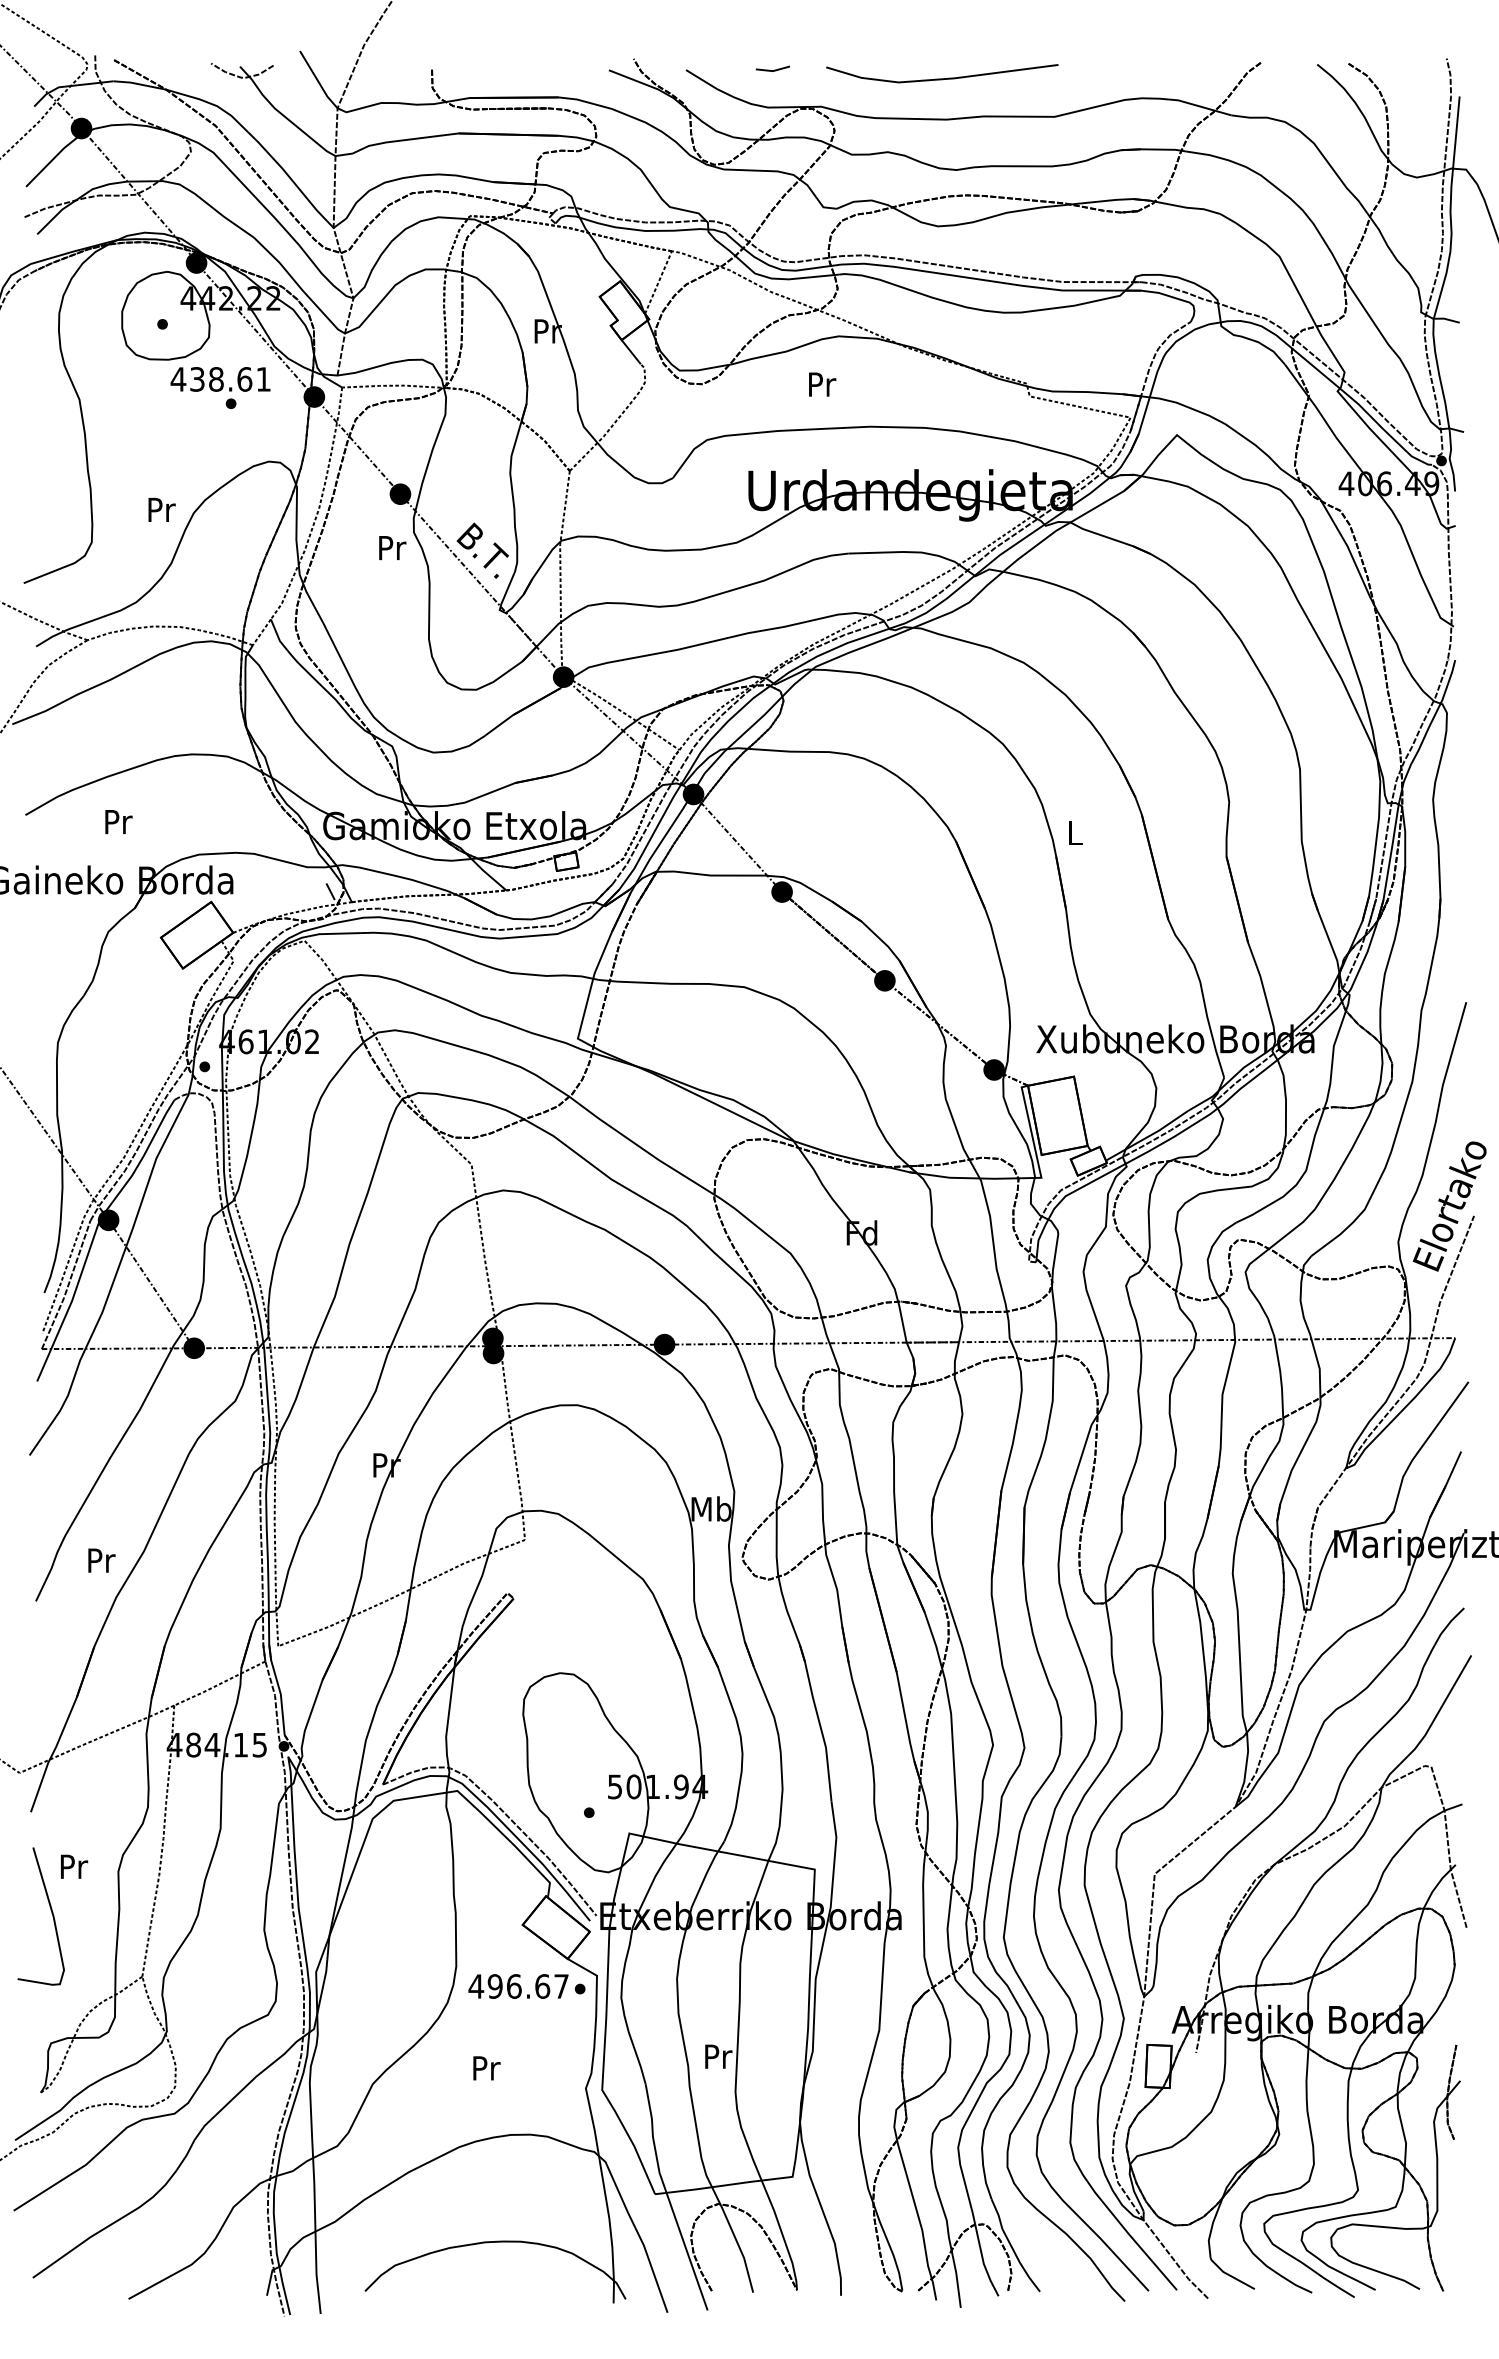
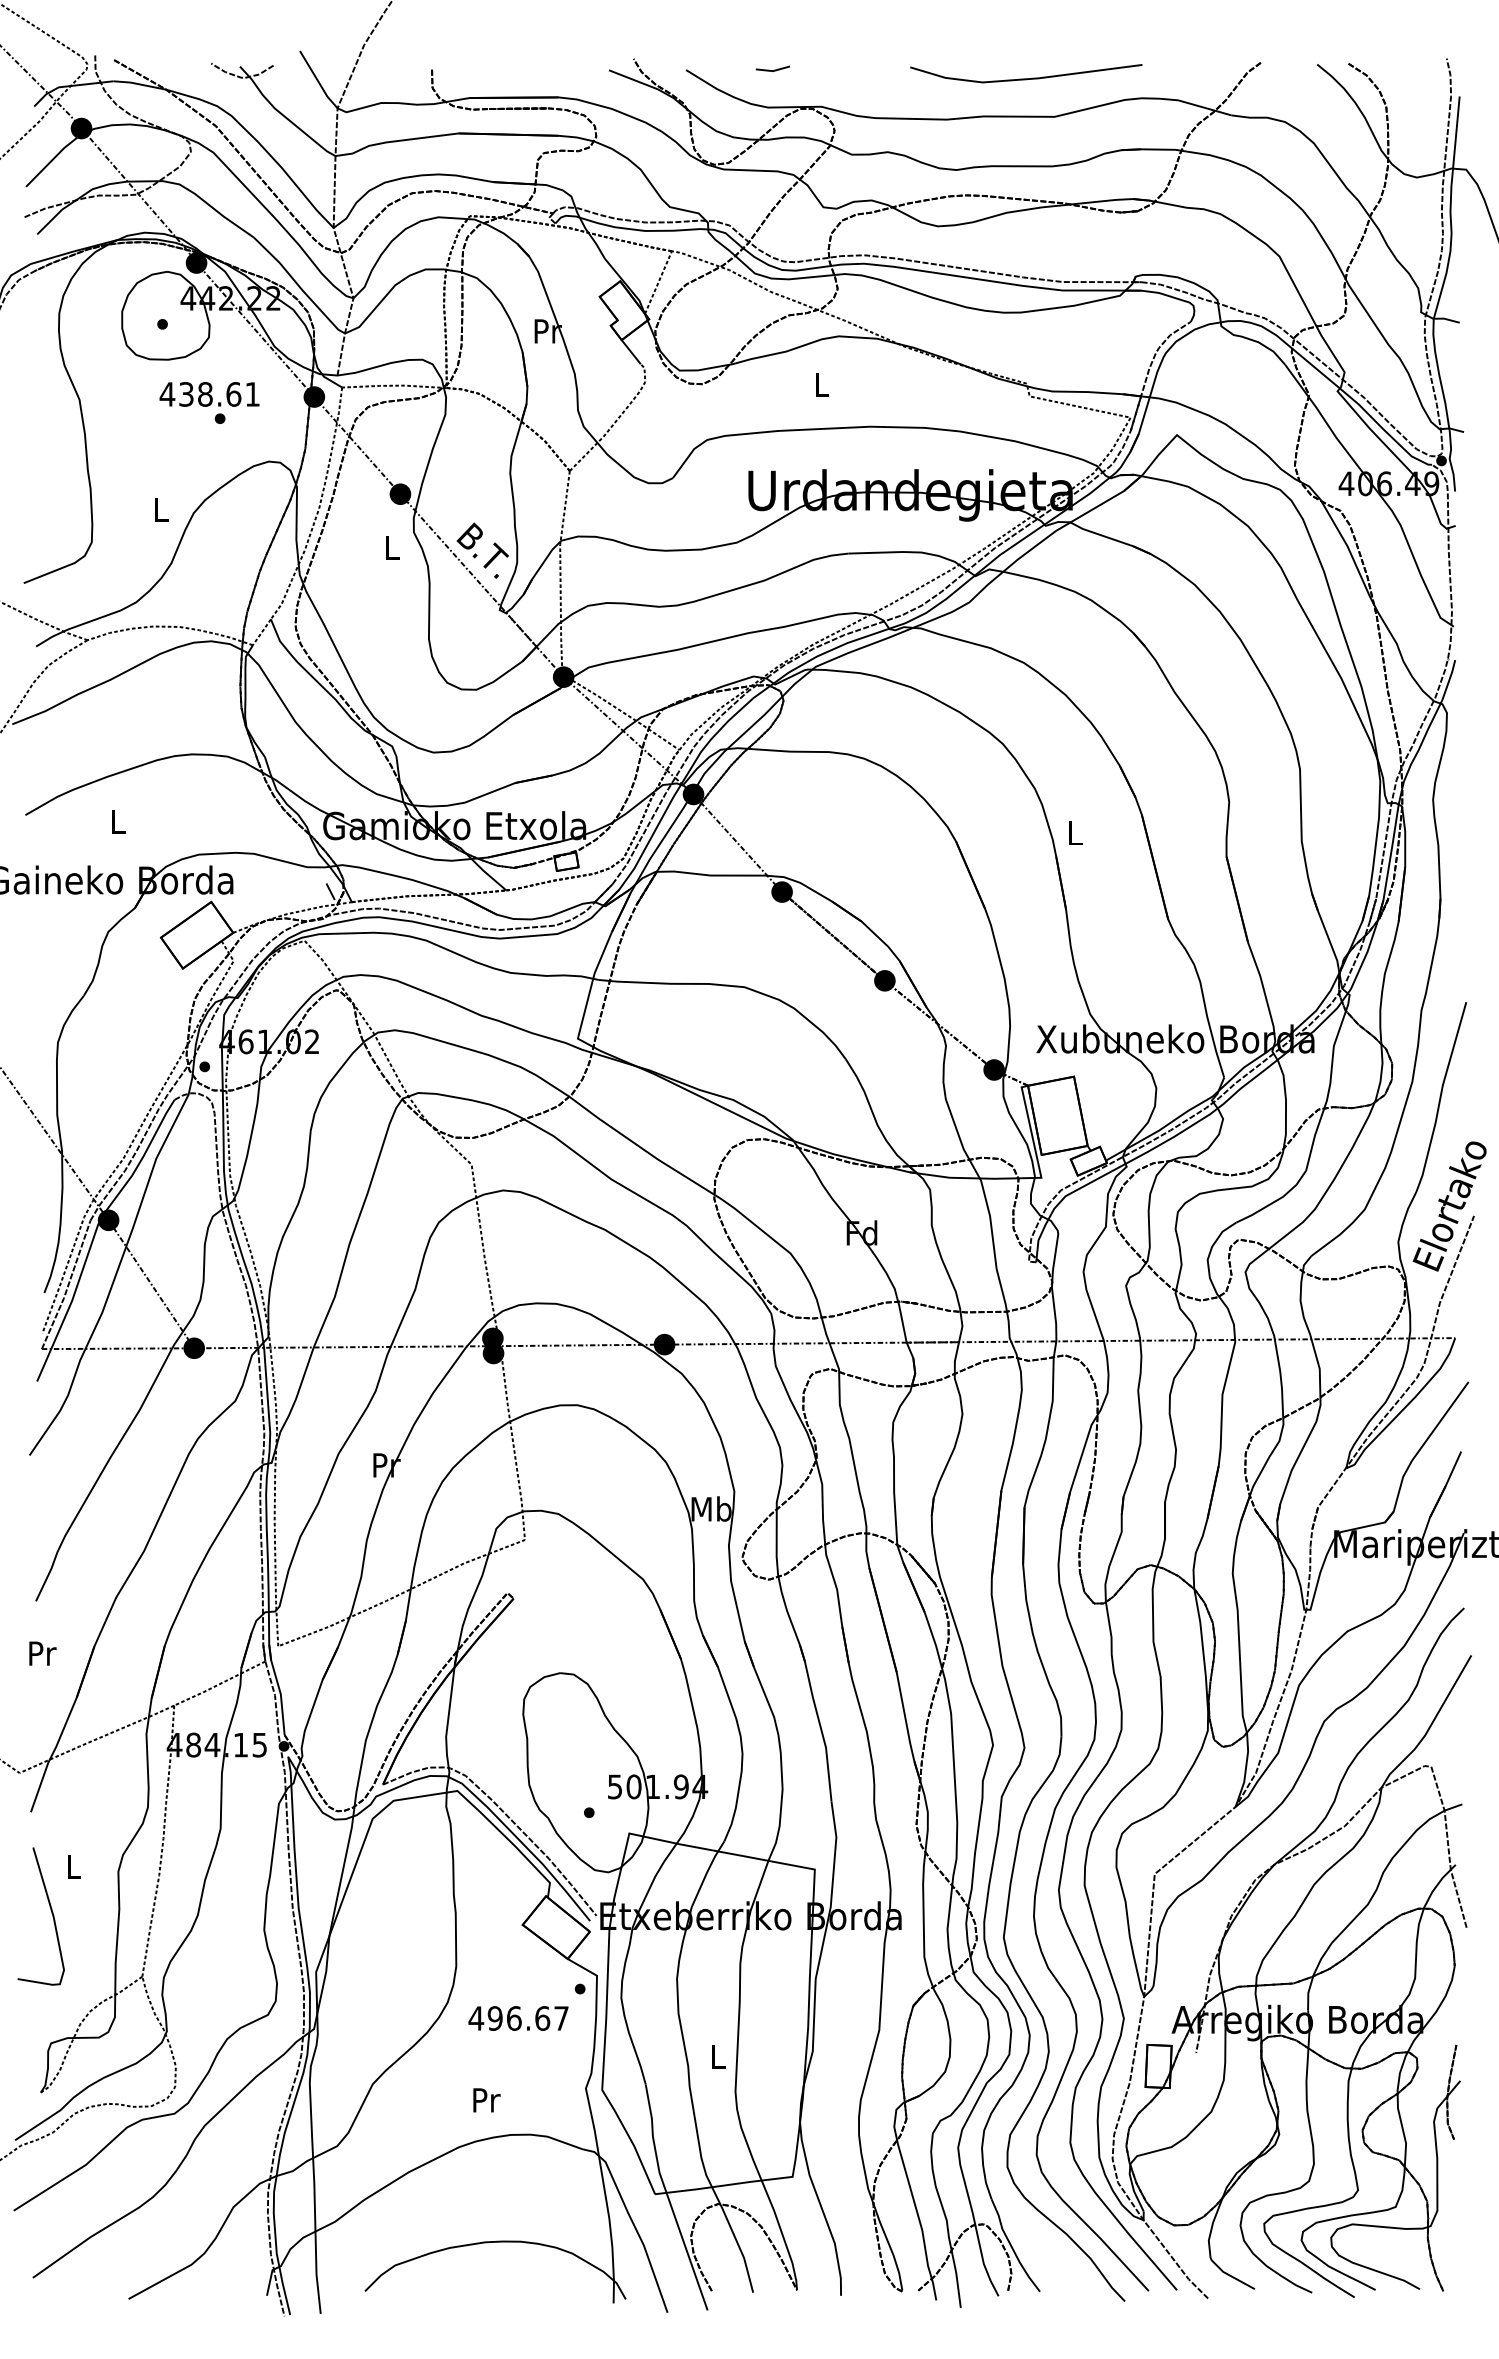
line at (942, 78) position: (942, 78) -> (1026, 78)
text at (822, 384): Pr -> L
text at (220, 387) position: (220, 387) -> (209, 402)
text at (161, 509): Pr -> L
text at (392, 548): Pr -> L
text at (118, 822): Pr -> L
text at (101, 1560) position: (101, 1560) -> (42, 1653)
text at (74, 1866): Pr -> L
text at (518, 1986) position: (518, 1986) -> (518, 2018)
text at (718, 2056): Pr -> L
text at (486, 2068) position: (486, 2068) -> (486, 2100)
